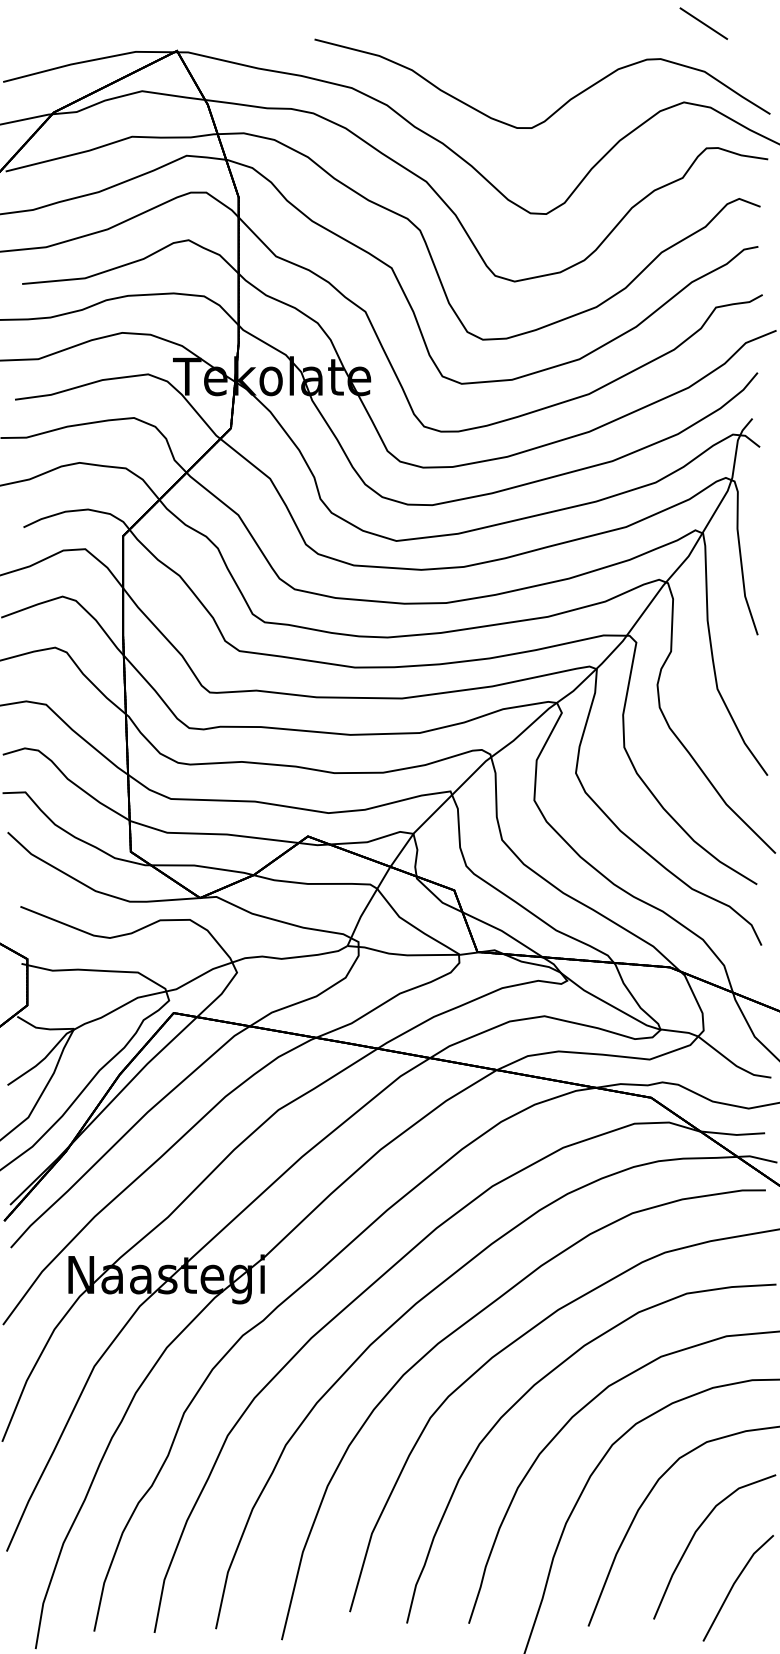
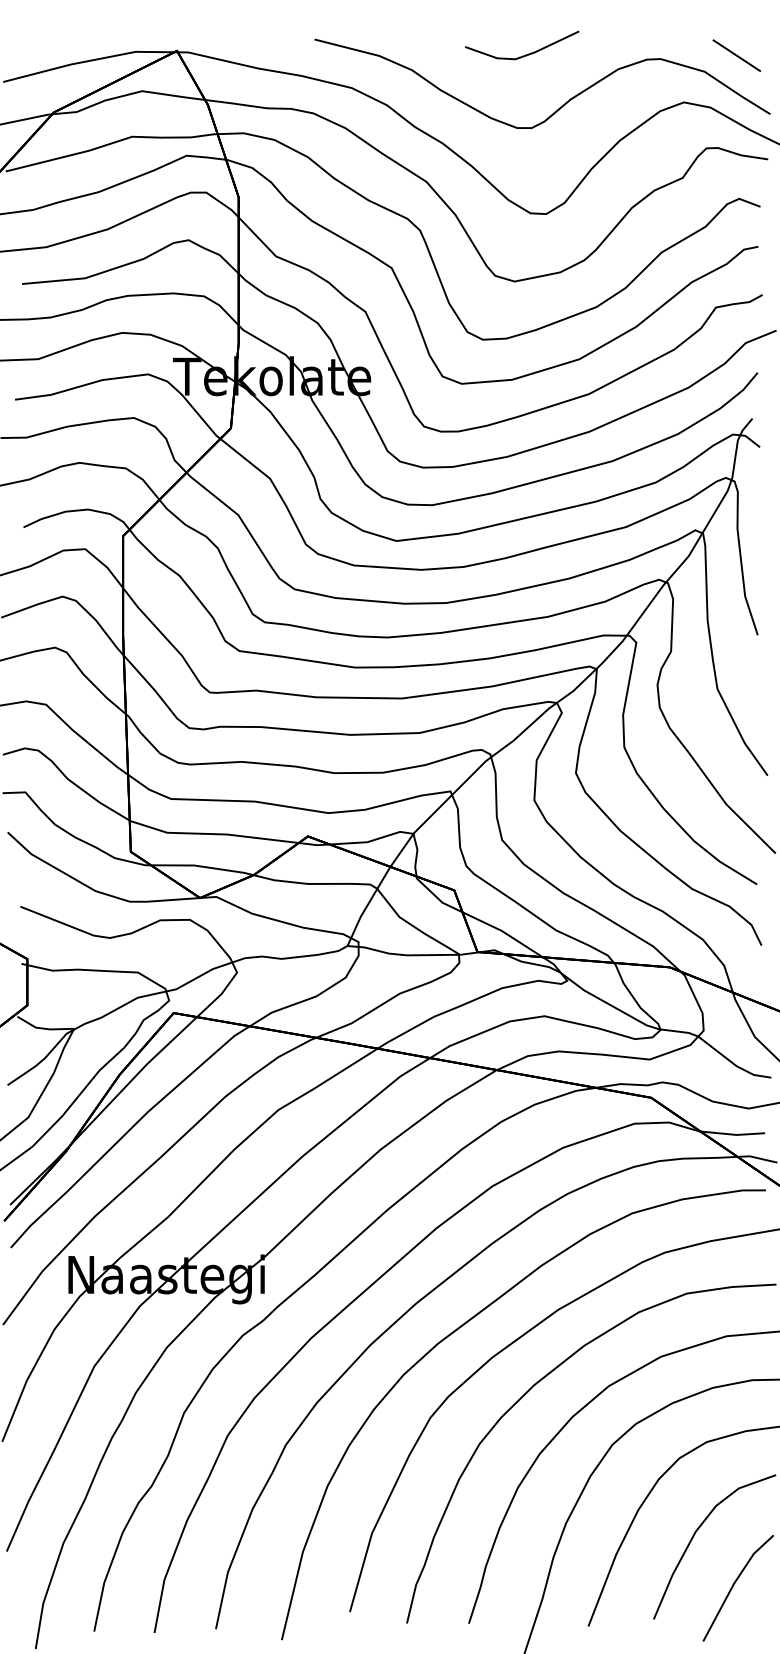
line at (703, 23) position: (703, 23) -> (736, 55)
line at (525, 54): none -> present
